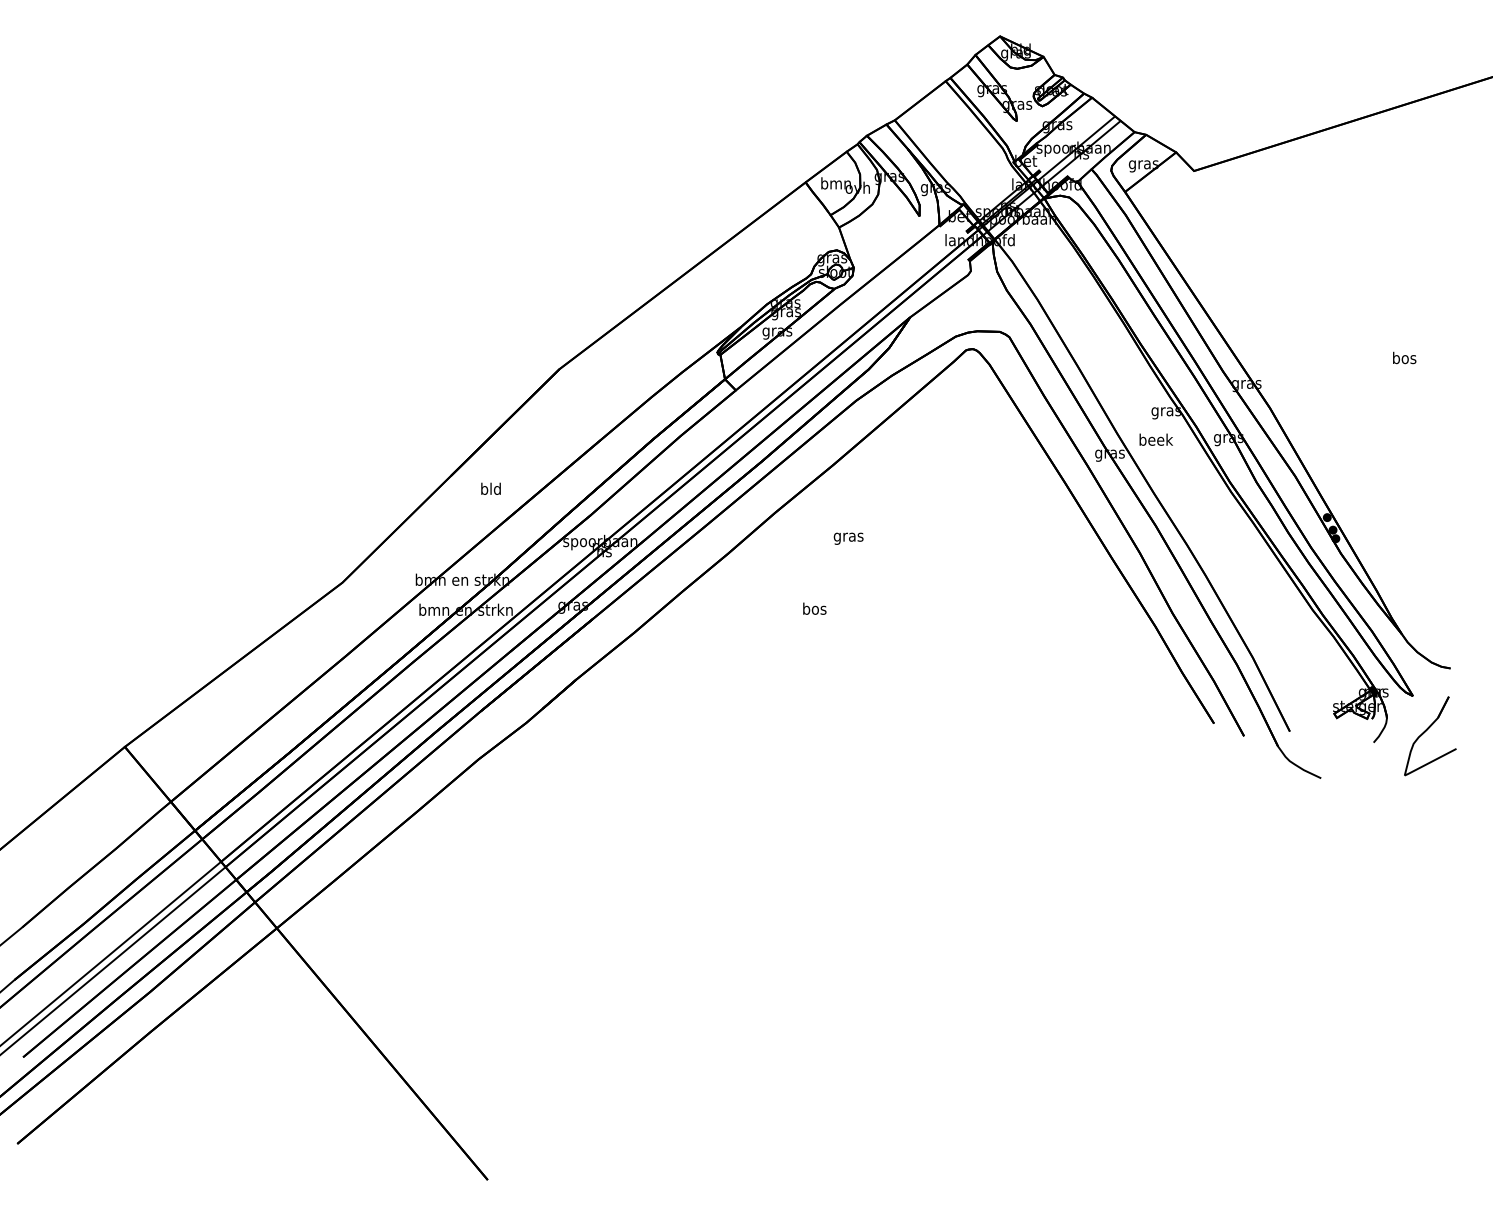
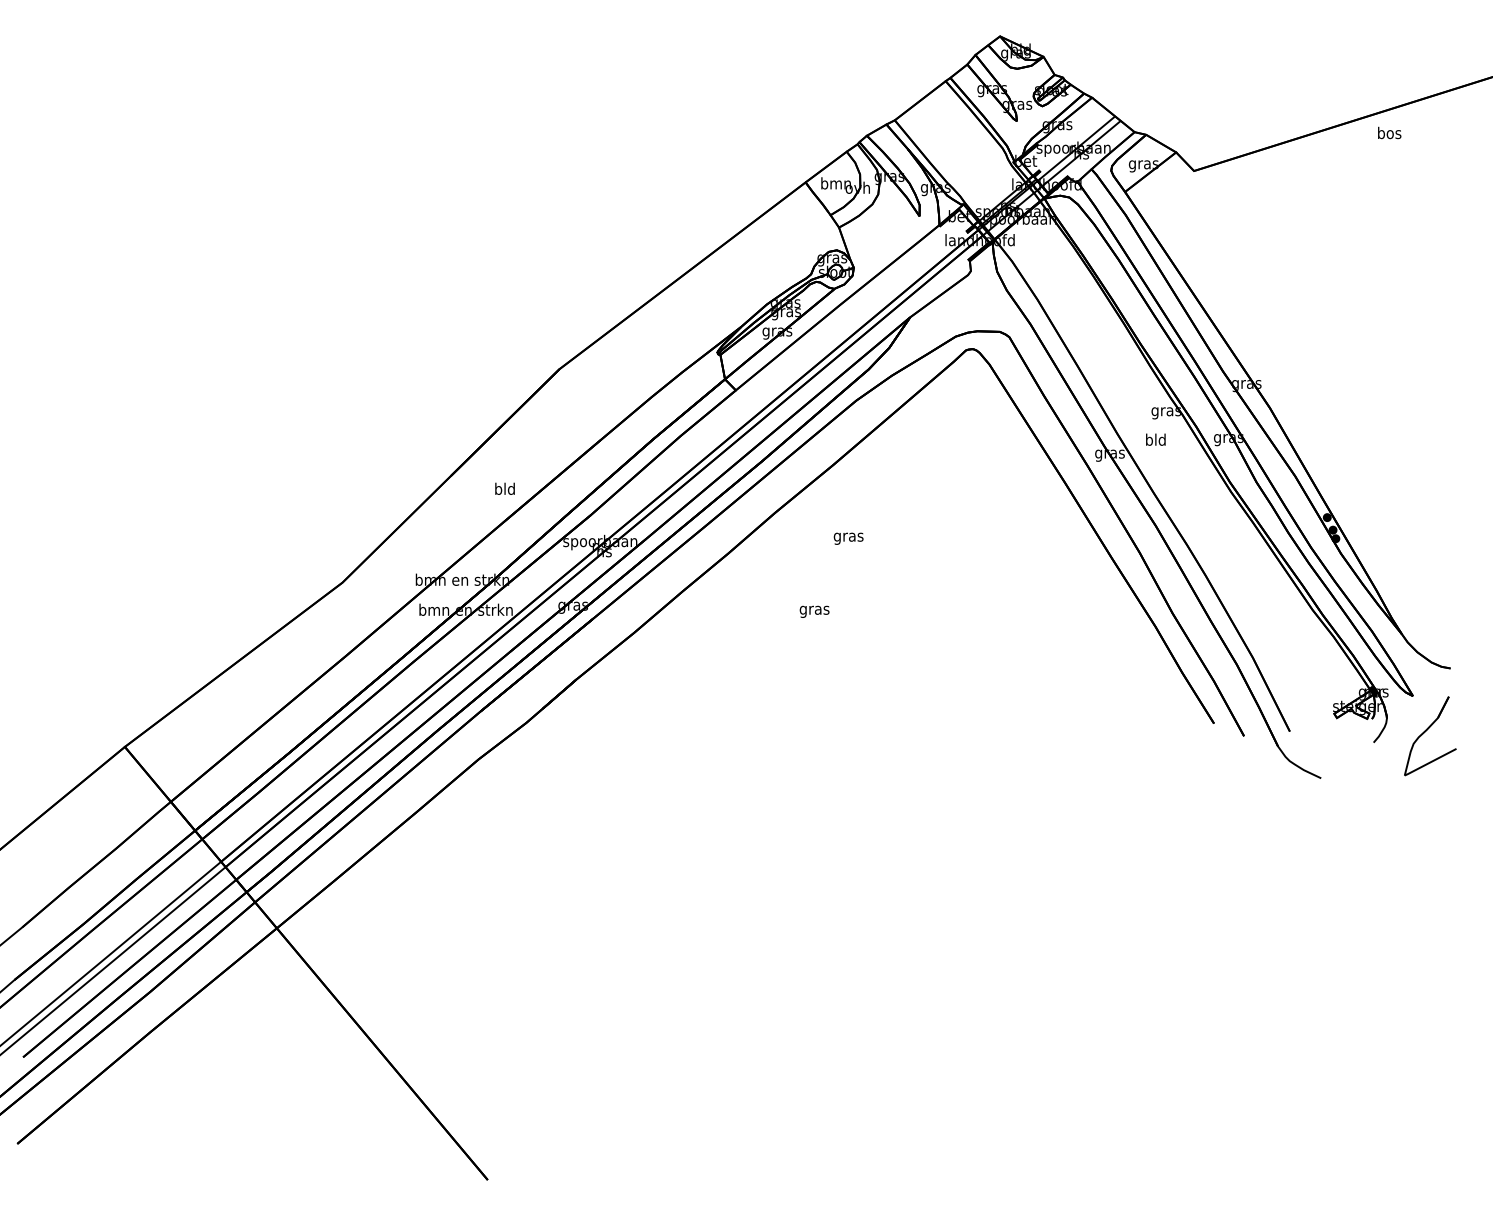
text at (1404, 357) position: (1404, 357) -> (1389, 132)
text at (1156, 439): beek -> bld
text at (490, 488) position: (490, 488) -> (504, 488)
text at (814, 609): bos -> gras
